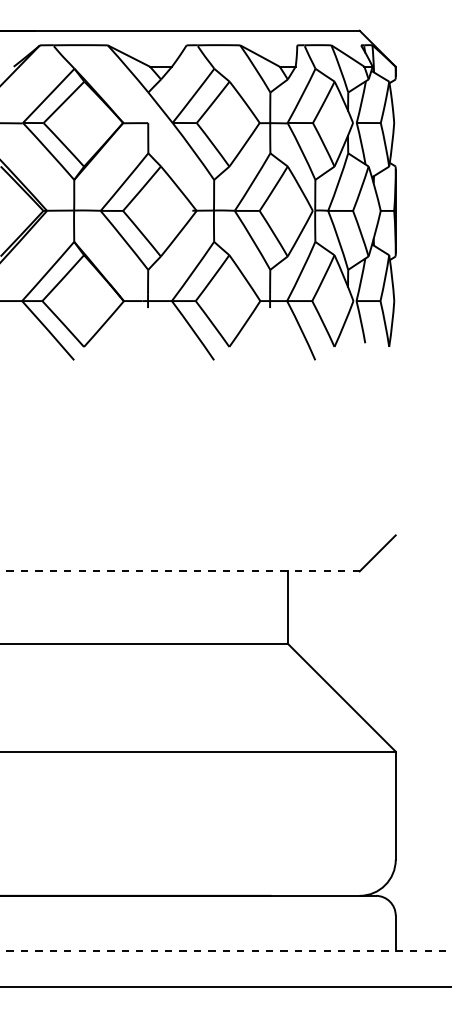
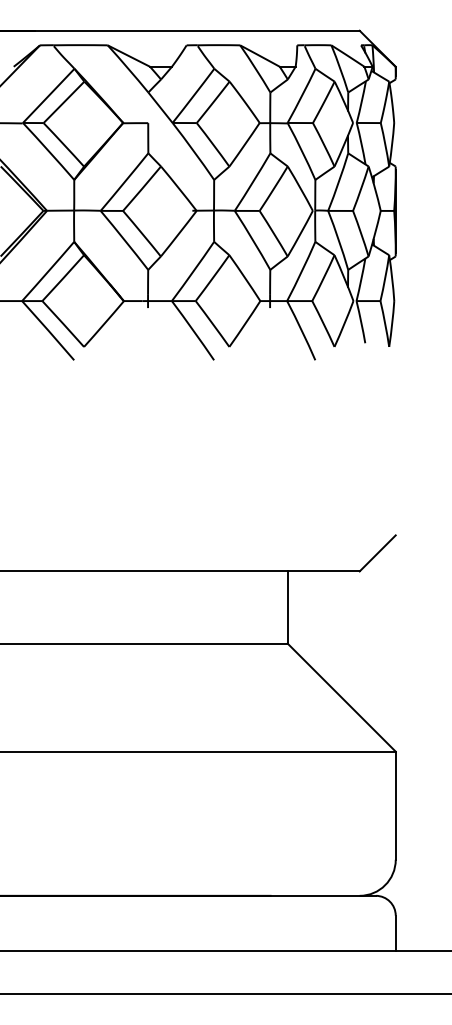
line at (179, 571): dashed -> solid
line at (226, 950): dashed -> solid
line at (225, 987) position: (225, 987) -> (225, 994)
